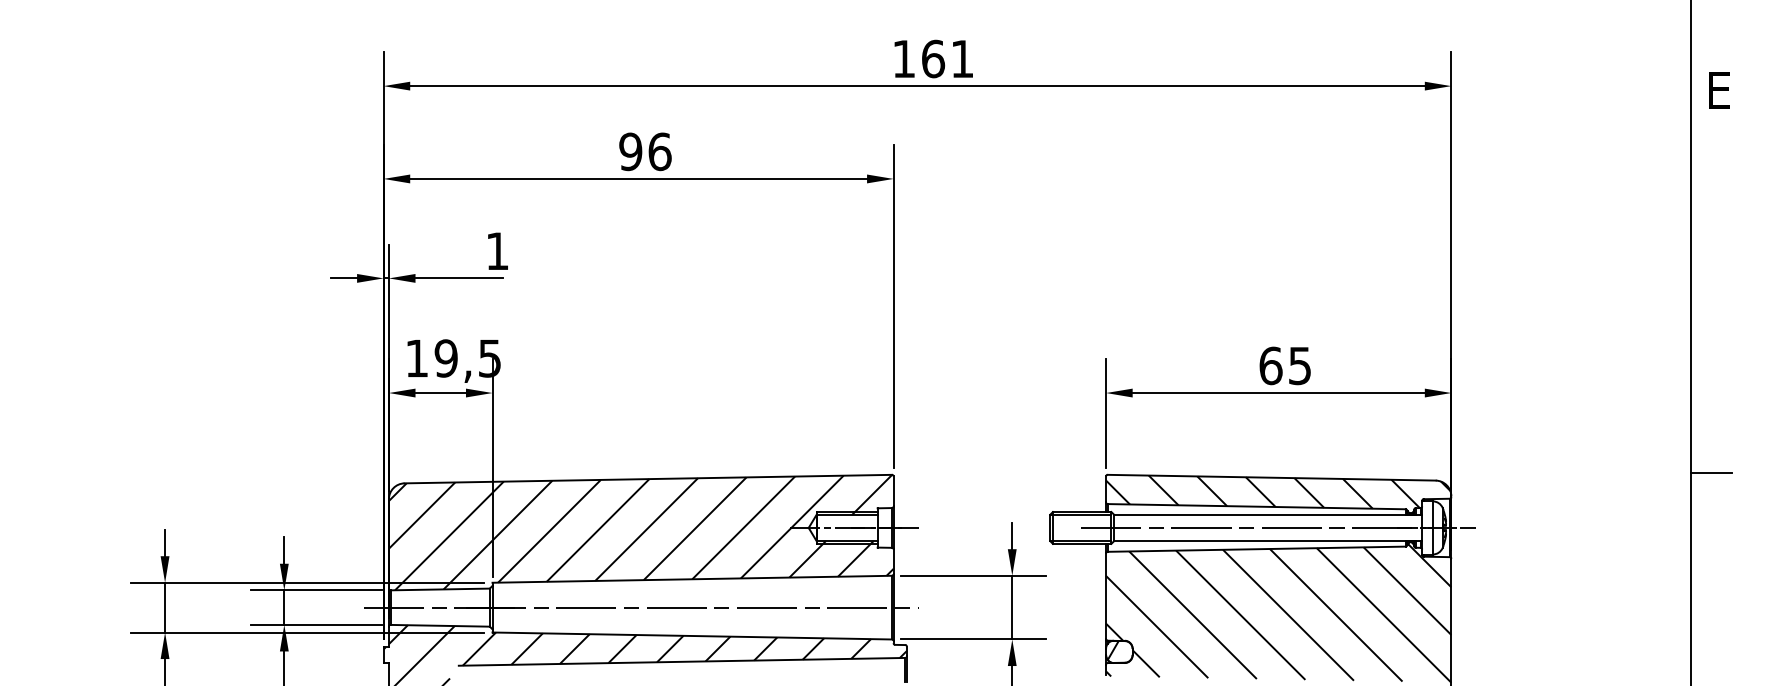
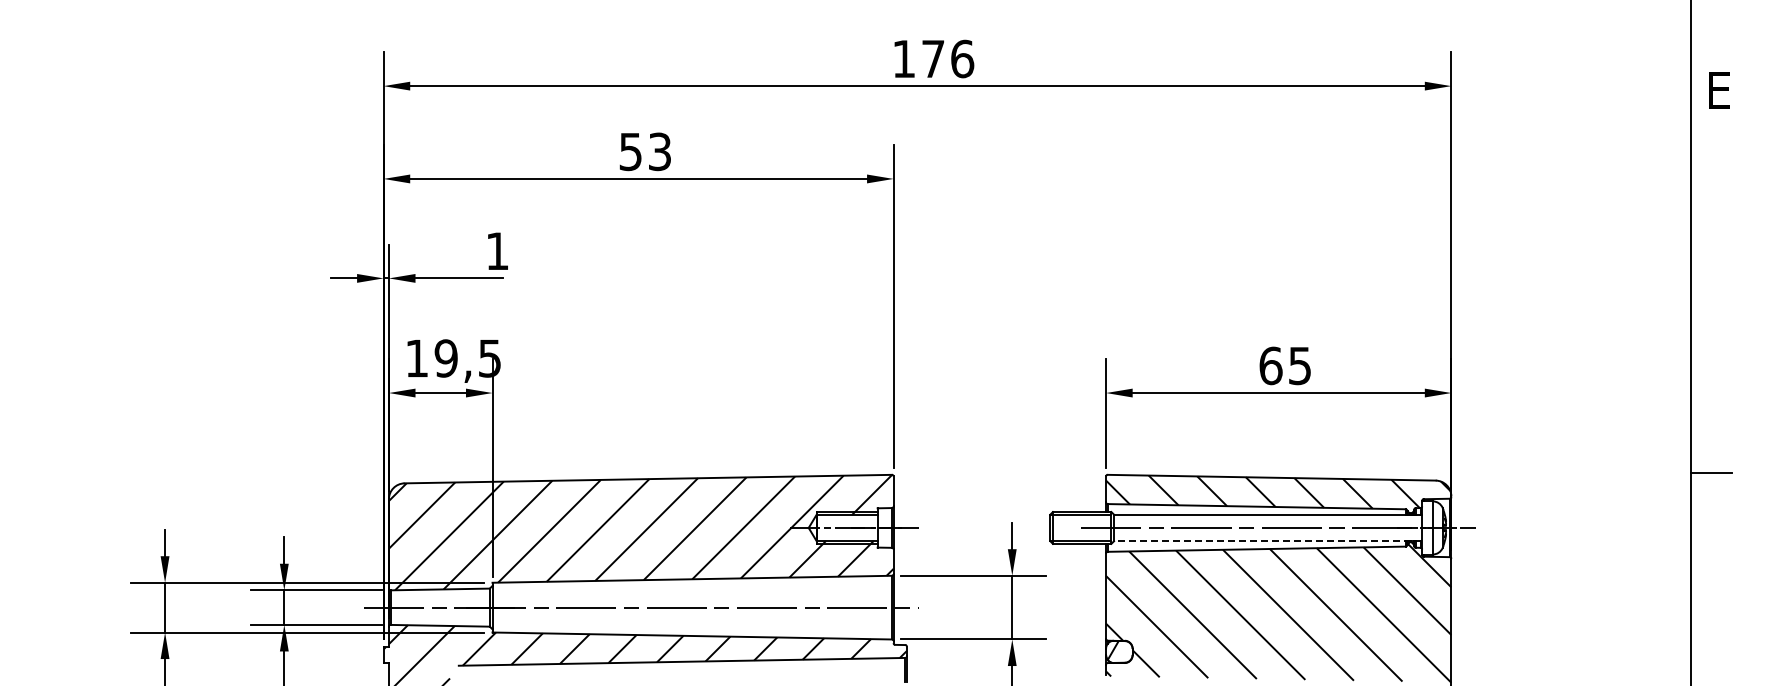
text at (948, 58): 161 -> 176
text at (645, 151): 96 -> 53
line at (1267, 541): solid -> dashed
